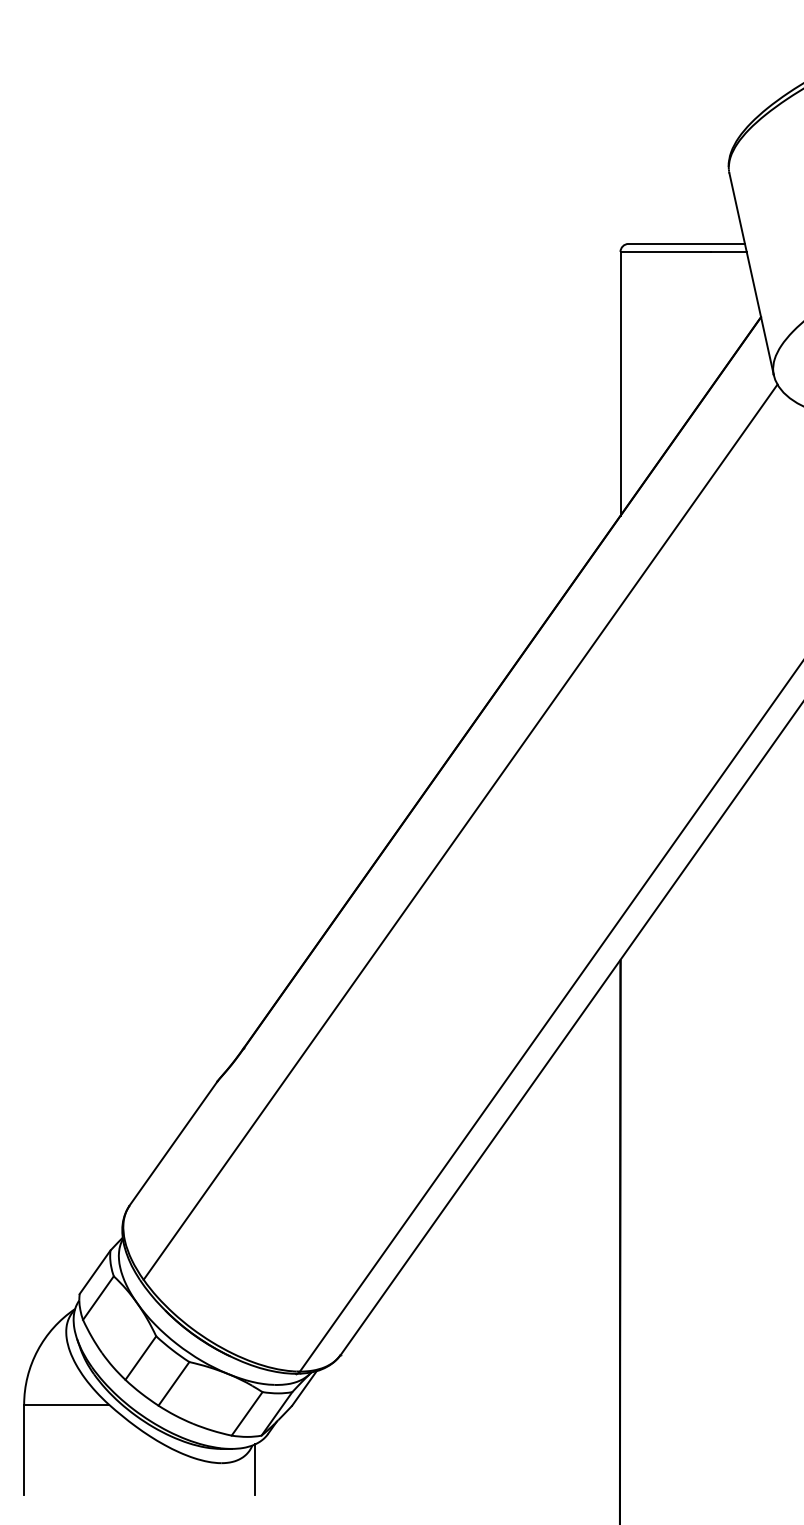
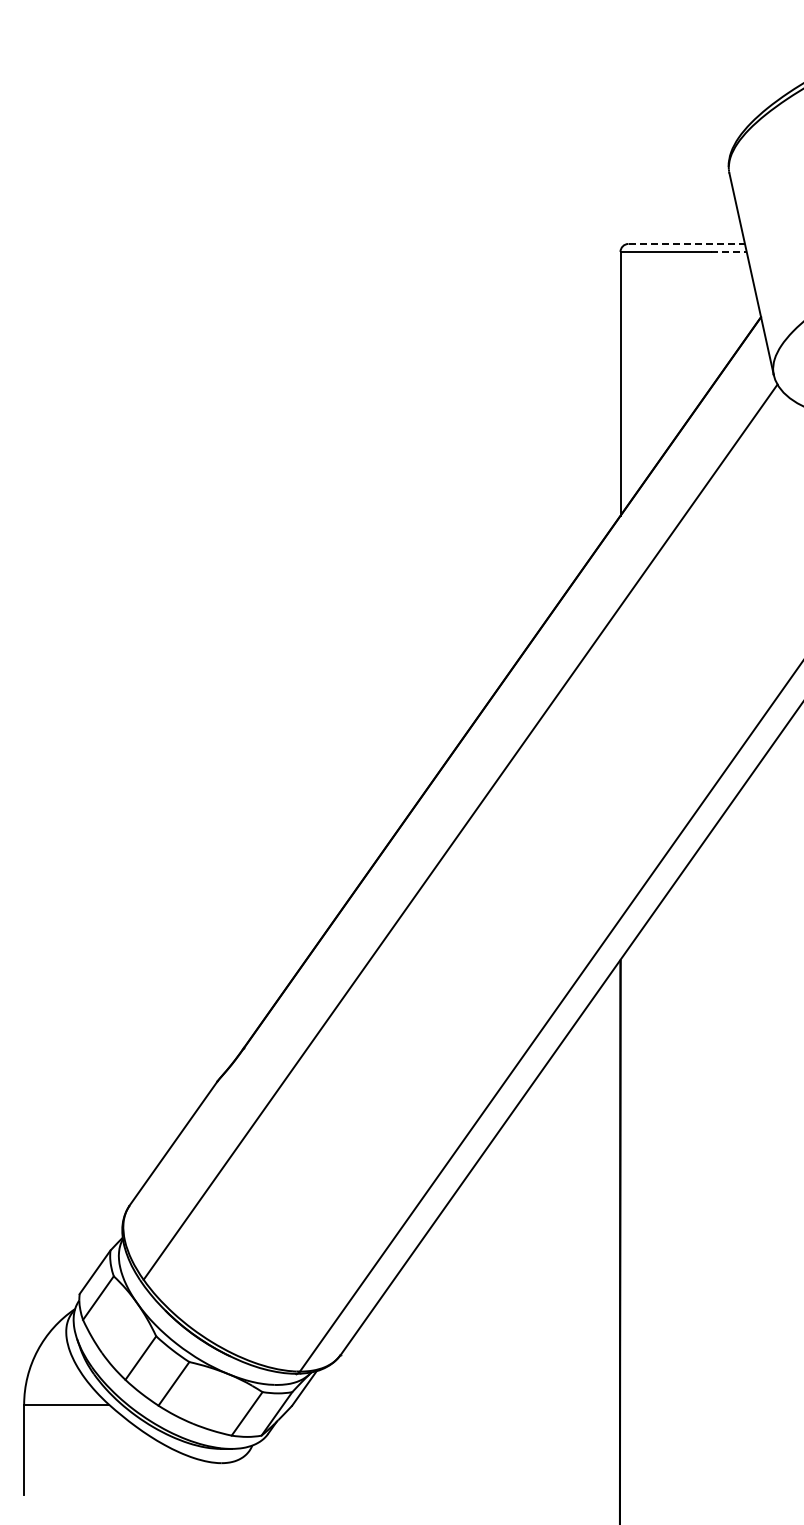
line at (687, 243): solid -> dashed
line at (728, 252): solid -> dashed
line at (255, 1469): present -> none
